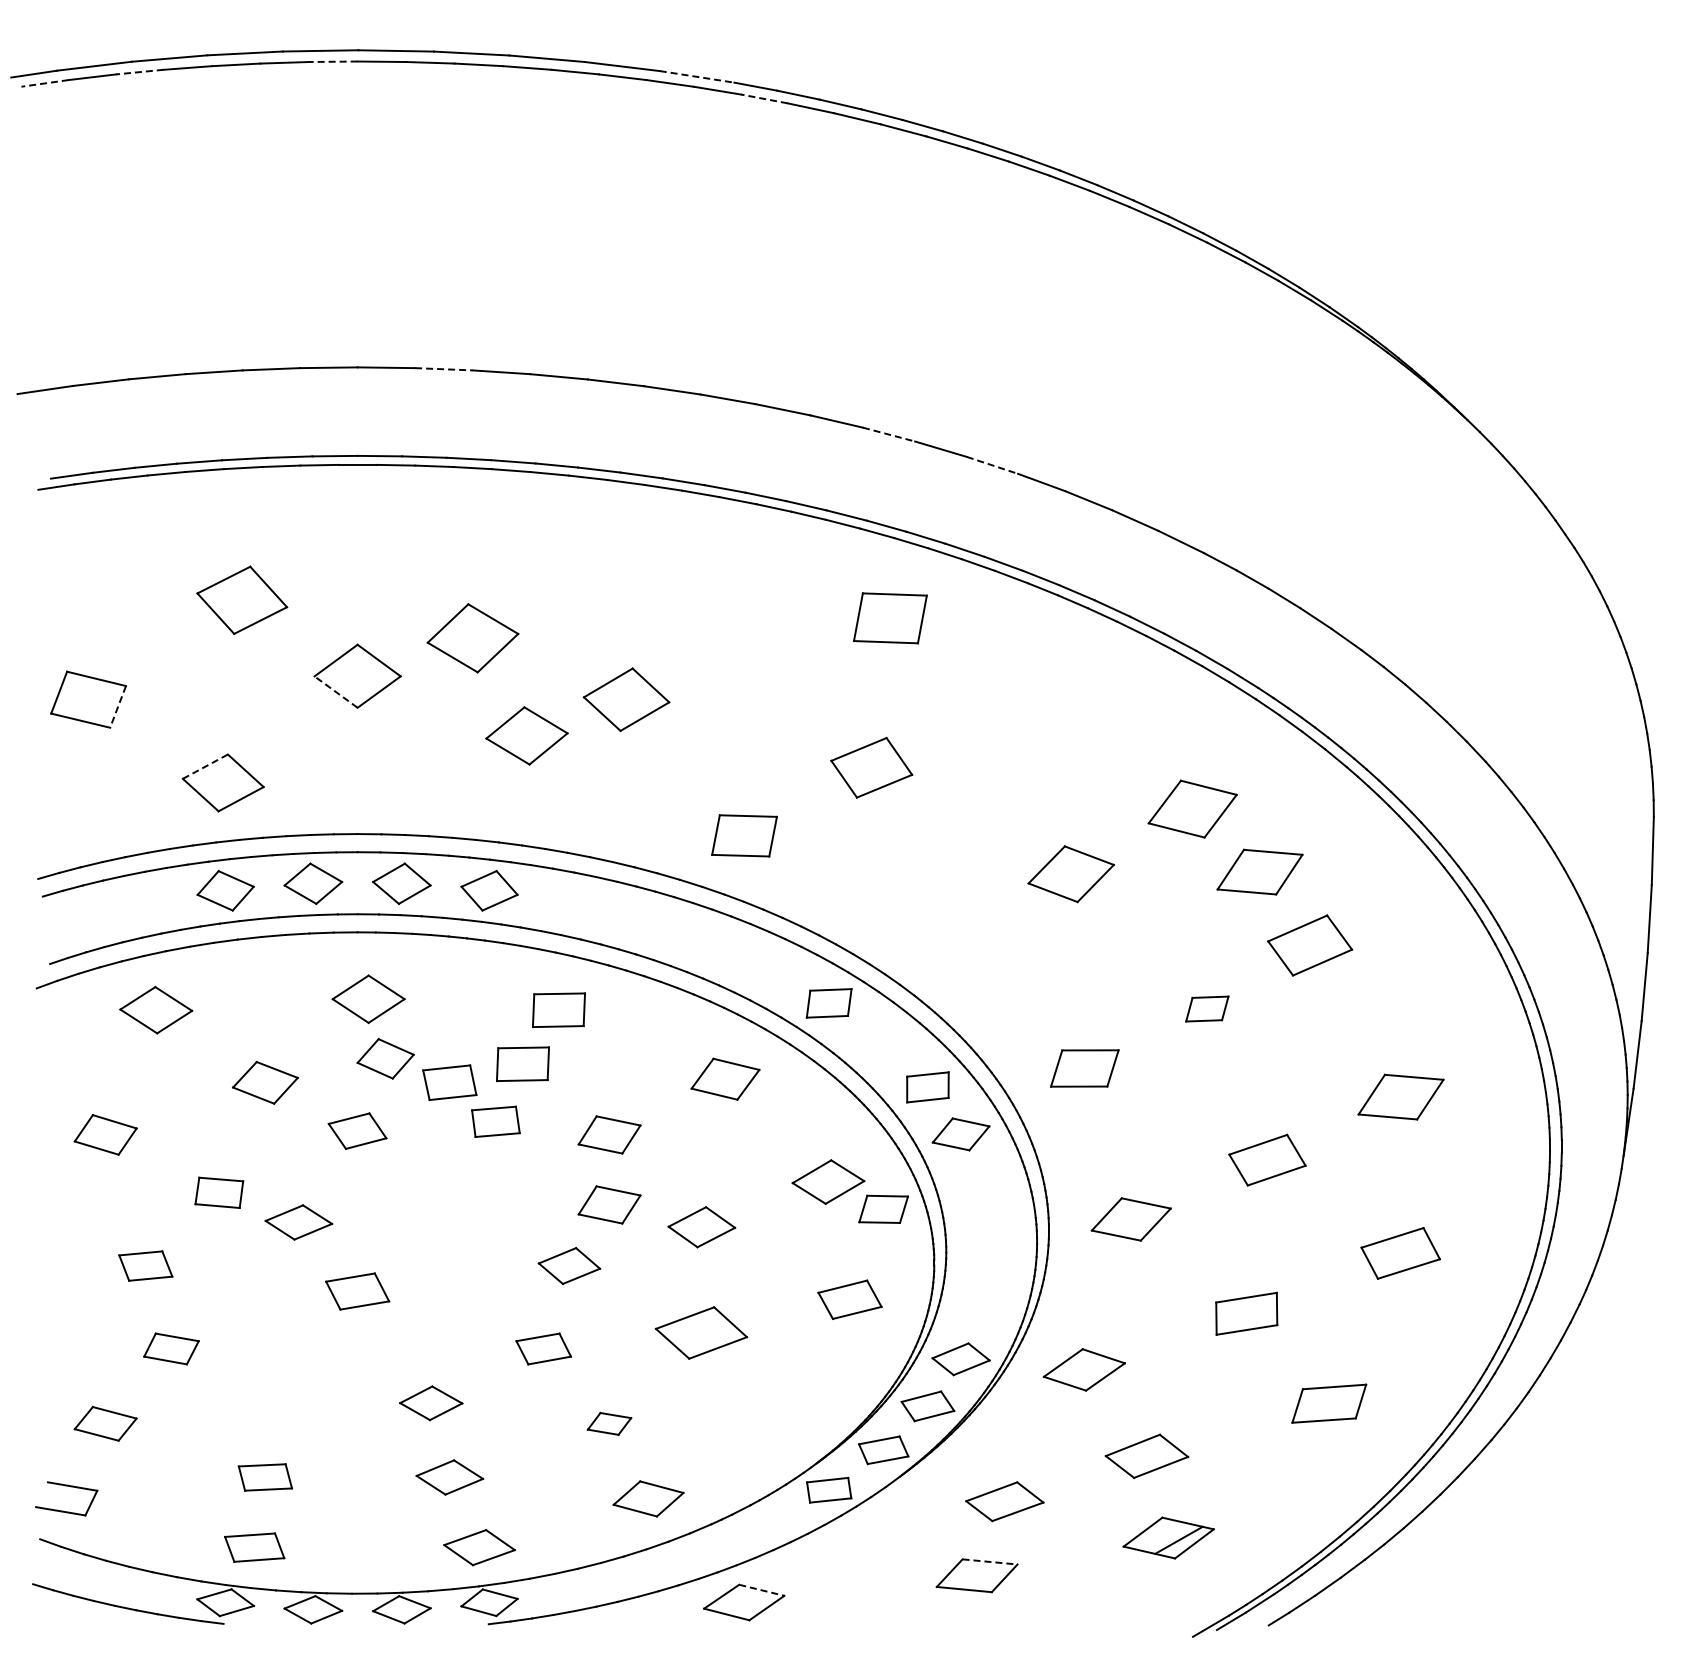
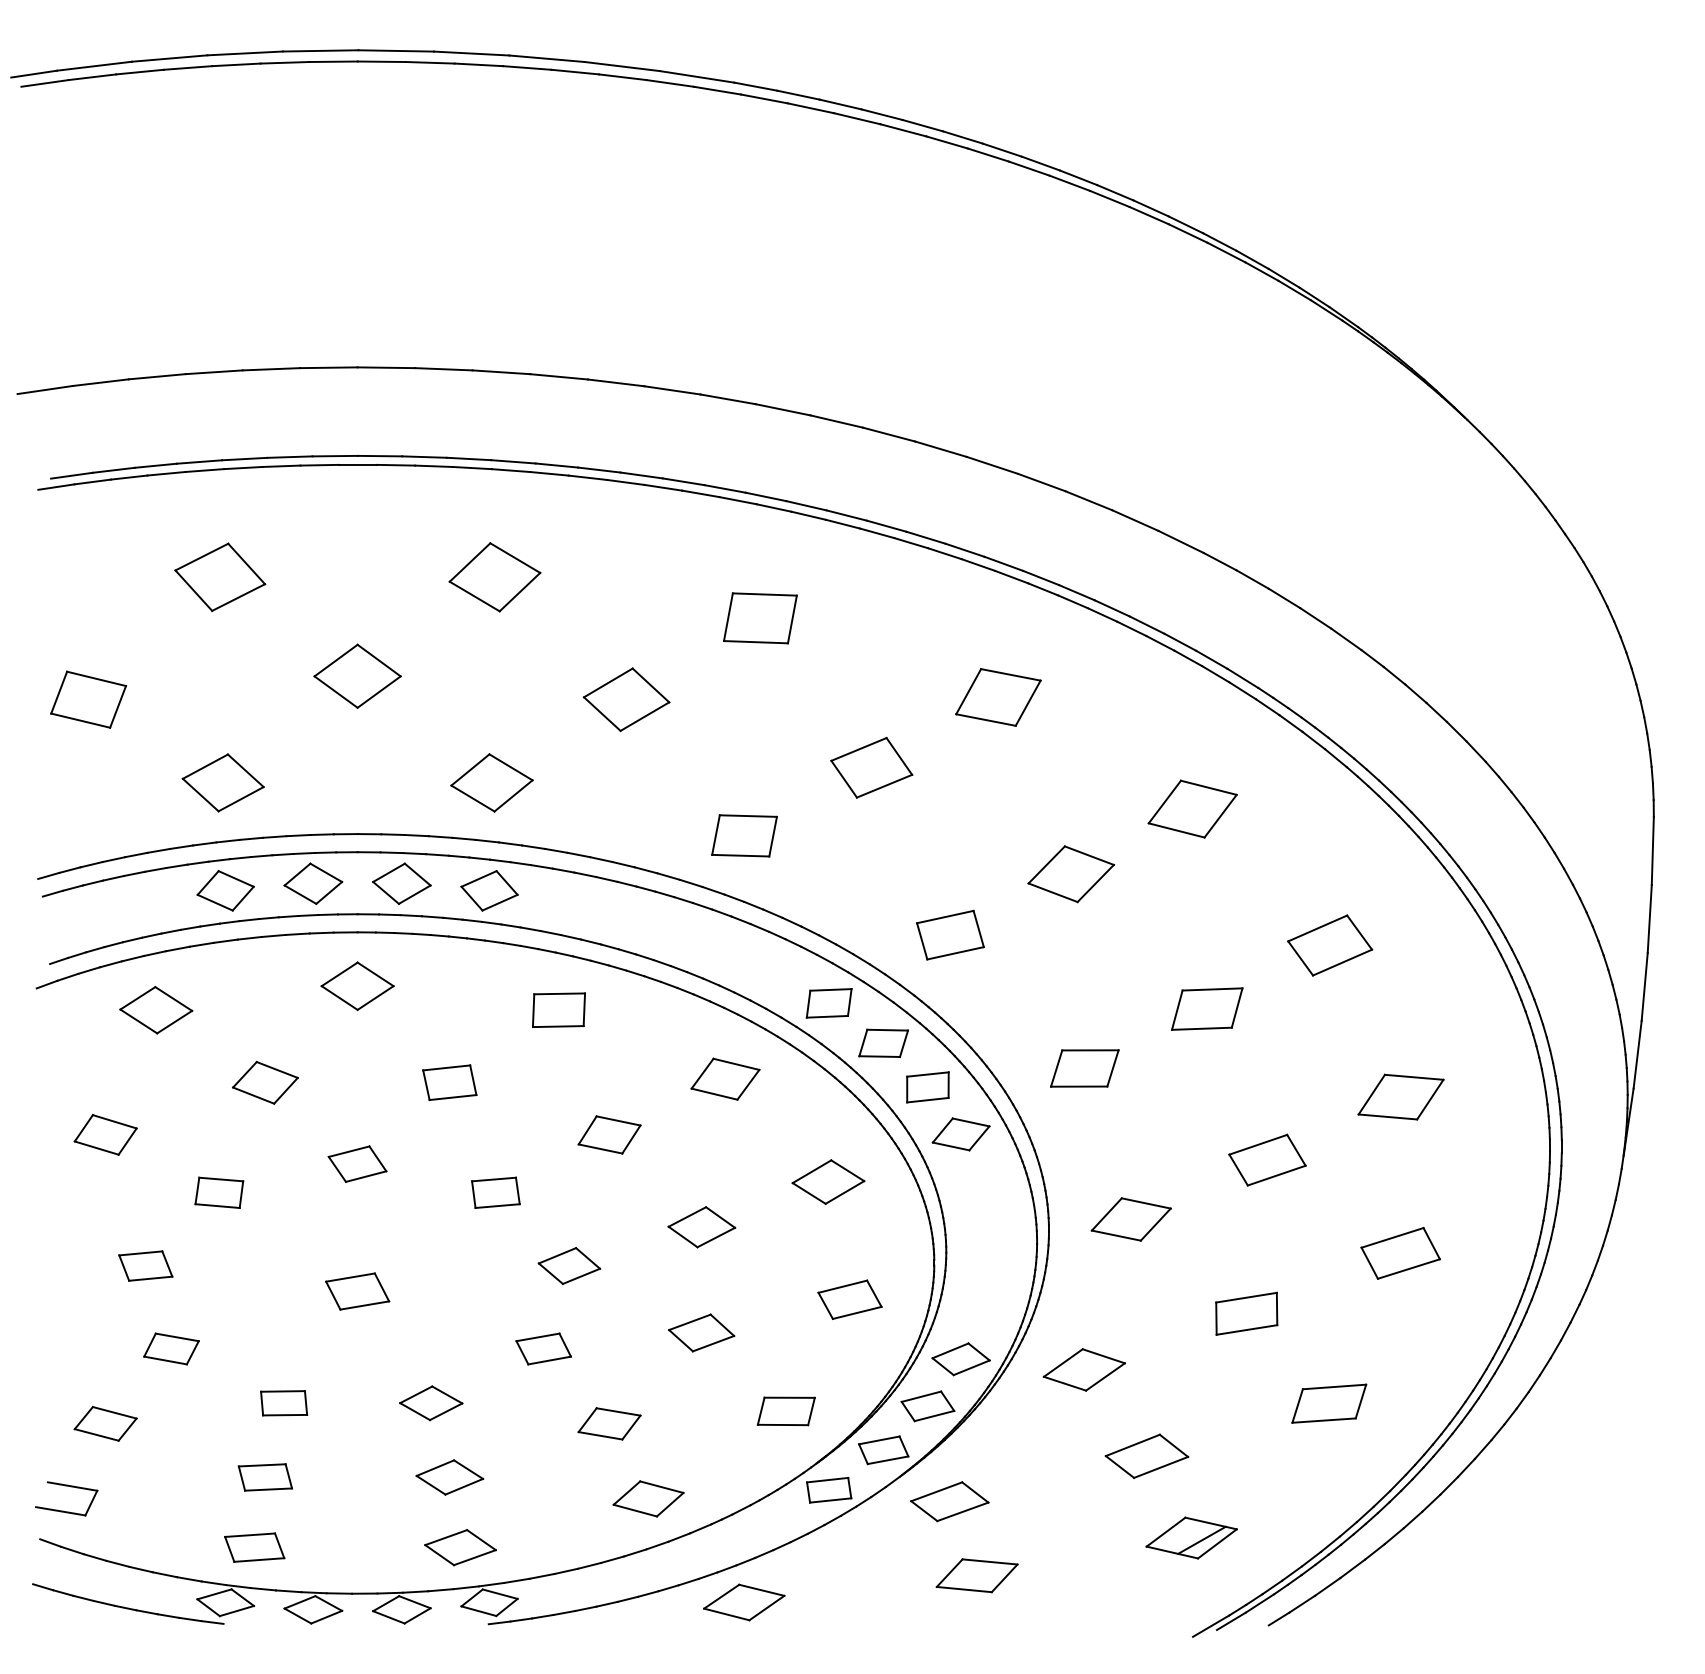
line at (332, 61): dashed -> solid
line at (140, 72): dashed -> solid
line at (697, 76): dashed -> solid
line at (45, 83): dashed -> solid
line at (764, 98): dashed -> solid
line at (443, 369): dashed -> solid
line at (889, 434): dashed -> solid
line at (992, 465): dashed -> solid
part at (242, 599) position: (242, 599) -> (220, 576)
part at (890, 618) position: (890, 618) -> (760, 618)
part at (472, 638) position: (472, 638) -> (494, 577)
line at (336, 692): dashed -> solid
part at (998, 697): none -> present
line at (117, 707): dashed -> solid
part at (526, 735) position: (526, 735) -> (491, 782)
line at (205, 766): dashed -> solid
part at (1259, 871): present -> none
part at (950, 934): none -> present
part at (1310, 945) position: (1310, 945) -> (1330, 945)
part at (368, 999) position: (368, 999) -> (357, 986)
part at (1207, 1008) size: 45x28 px -> 73x44 px
part at (385, 1058): present -> none
part at (522, 1063): present -> none
part at (495, 1121) position: (495, 1121) -> (495, 1192)
part at (357, 1130) position: (357, 1130) -> (357, 1163)
part at (609, 1204): present -> none
part at (883, 1208) position: (883, 1208) -> (883, 1042)
part at (298, 1222): present -> none
part at (701, 1332) size: 95x54 px -> 68x40 px
part at (284, 1403): none -> present
part at (785, 1411): none -> present
part at (609, 1423) size: 47x25 px -> 65x34 px
part at (1004, 1501) position: (1004, 1501) -> (949, 1501)
part at (1168, 1537) position: (1168, 1537) -> (1191, 1537)
part at (479, 1547) position: (479, 1547) -> (460, 1547)
line at (990, 1561): dashed -> solid
line at (762, 1590): dashed -> solid
